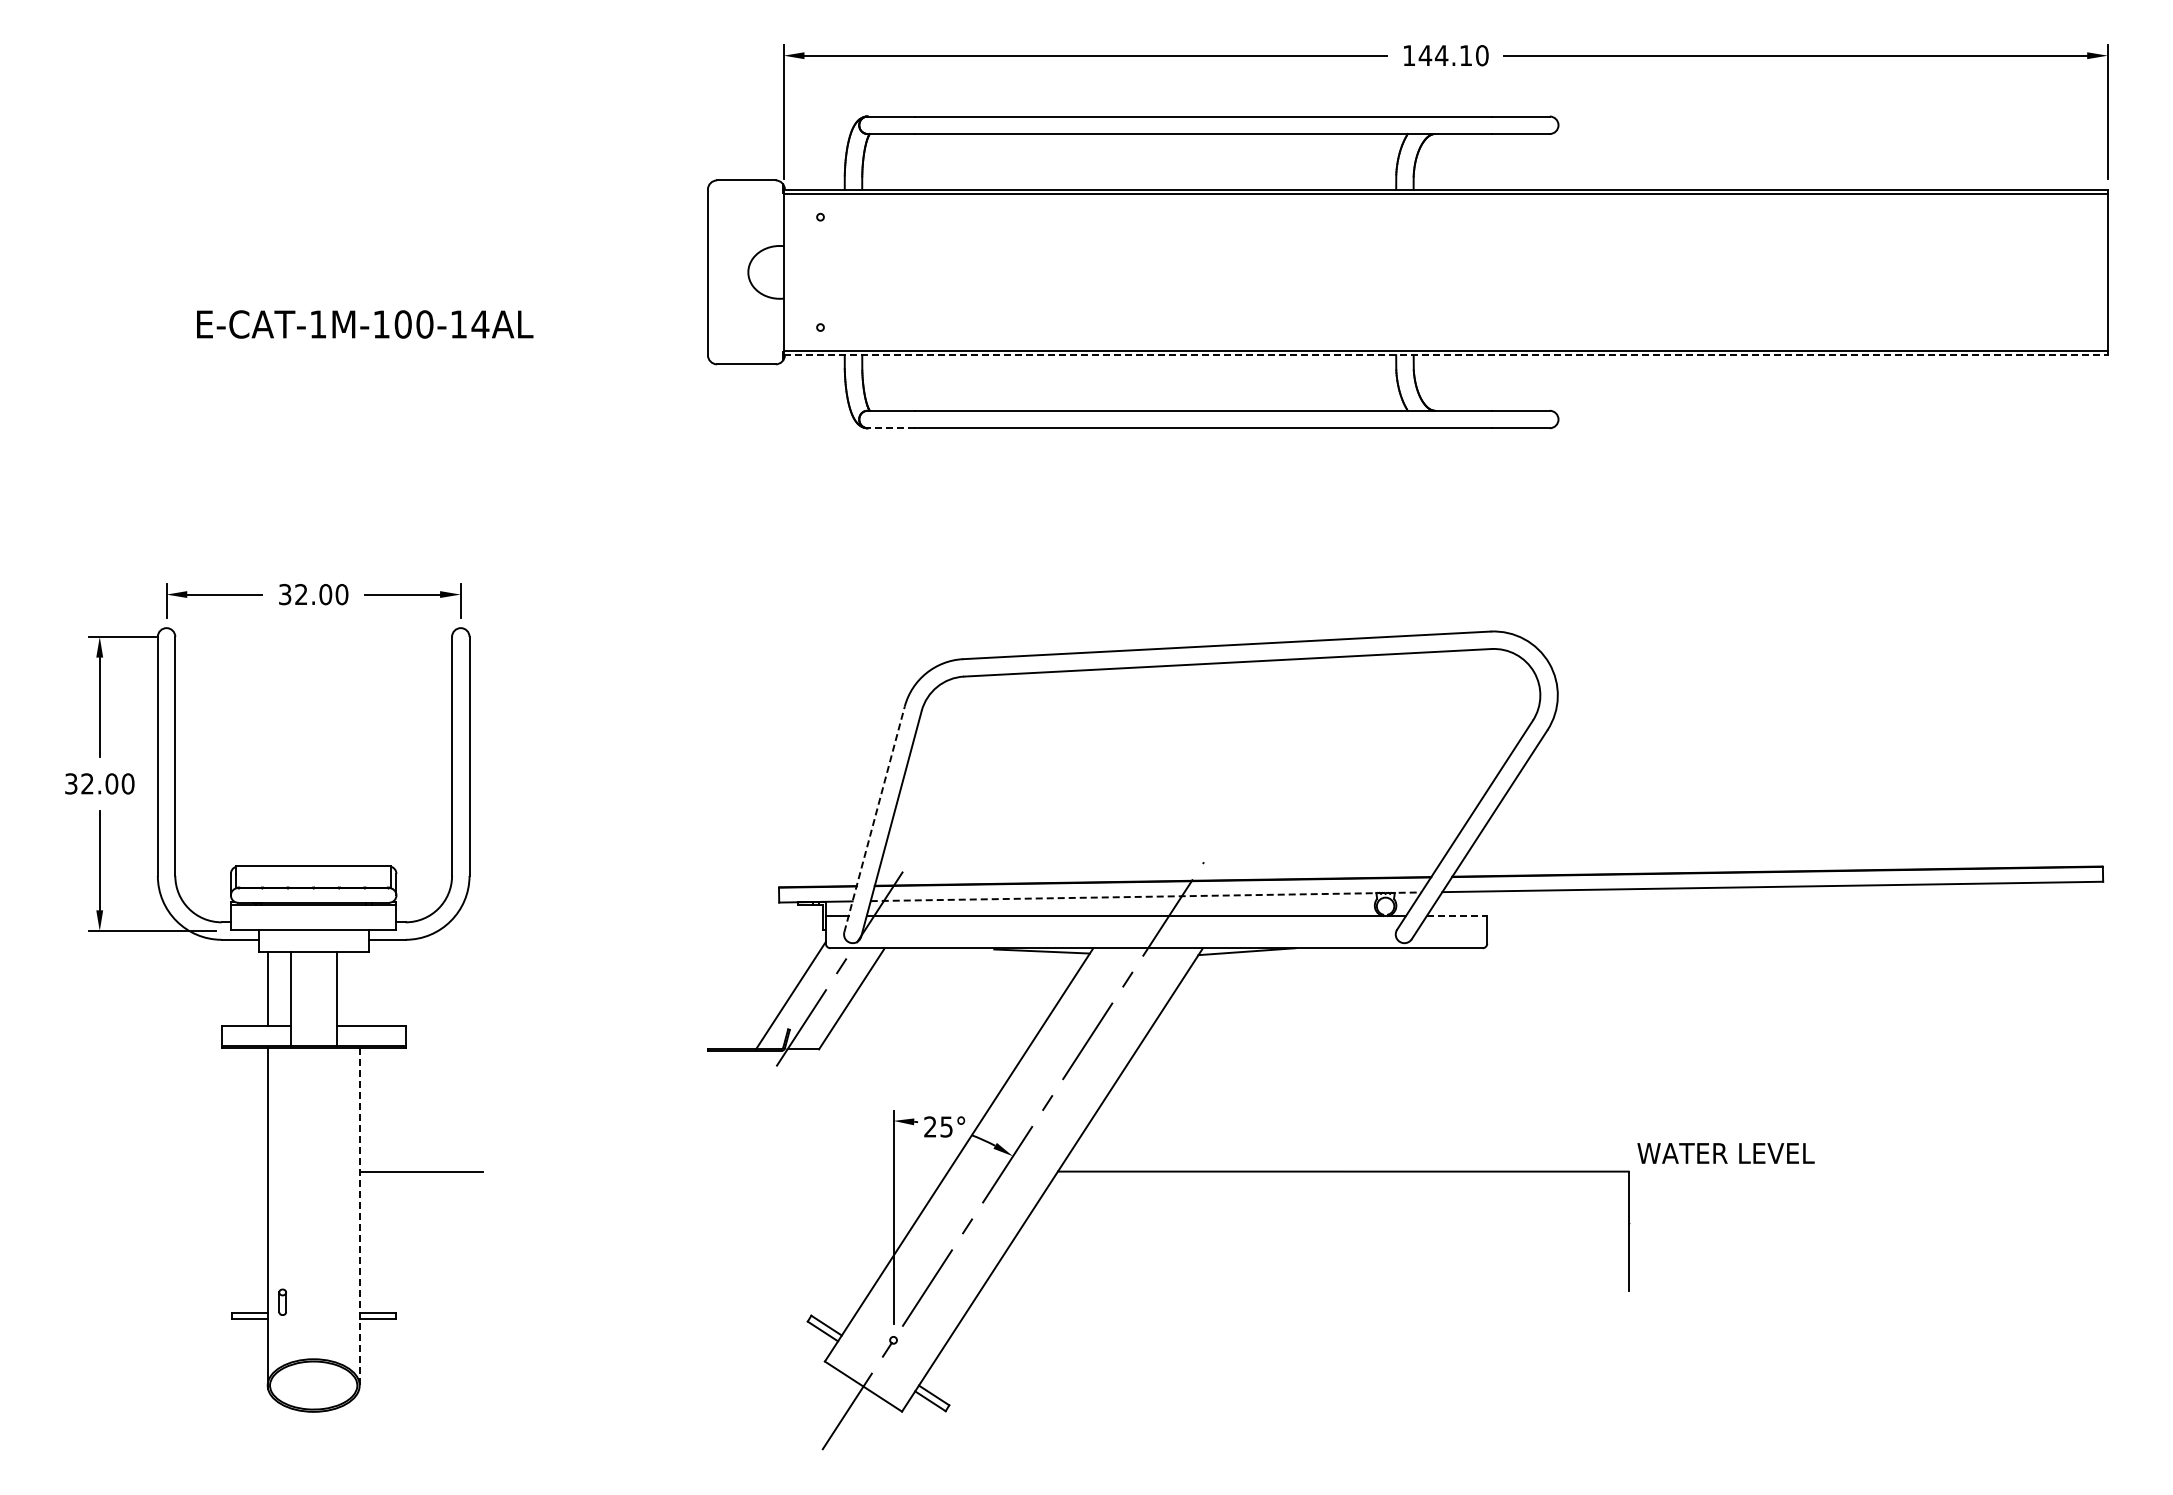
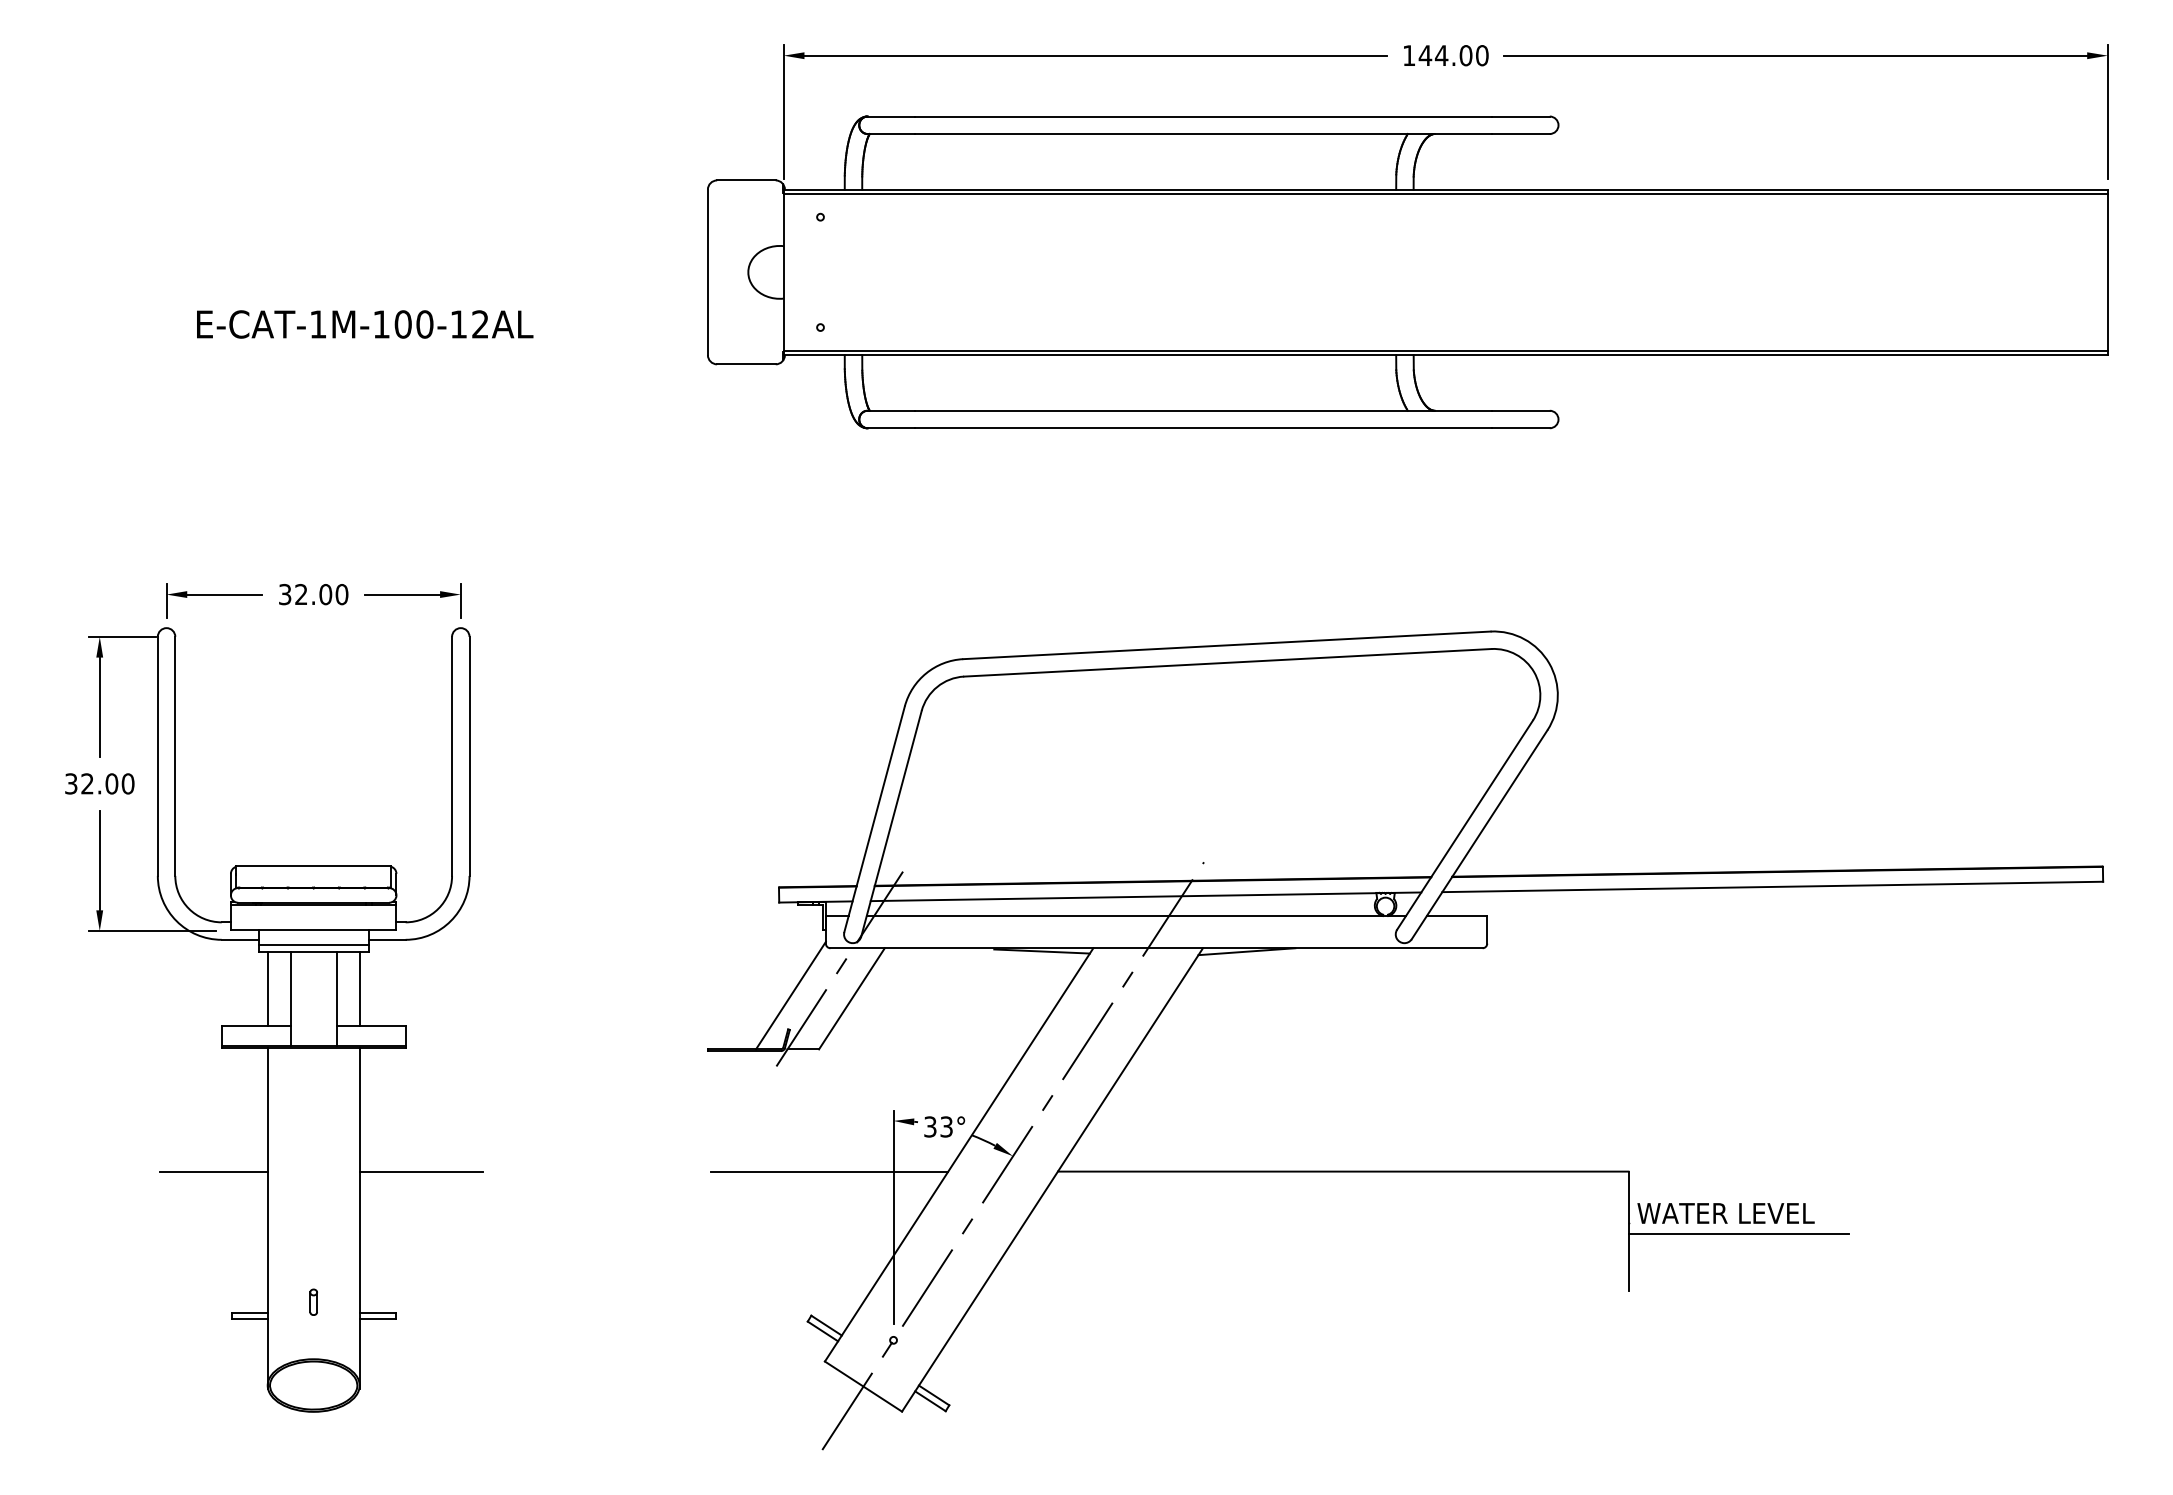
text at (1465, 55): 144.10 -> 144.00
text at (480, 324): E-CAT-1M-100-14AL -> E-CAT-1M-100-12AL
line at (1446, 355): dashed -> solid
line at (890, 428): dashed -> solid
line at (874, 819): dashed -> solid
line at (1146, 896): dashed -> solid
line at (1457, 916): dashed -> solid
line at (313, 944): none -> present
line at (359, 988): none -> present
text at (938, 1126): 25° -> 33°
text at (1725, 1153) position: (1725, 1153) -> (1725, 1213)
line at (213, 1171): none -> present
line at (829, 1171): none -> present
line at (359, 1218): dashed -> solid
line at (1738, 1233): none -> present
part at (282, 1301) position: (282, 1301) -> (313, 1301)
